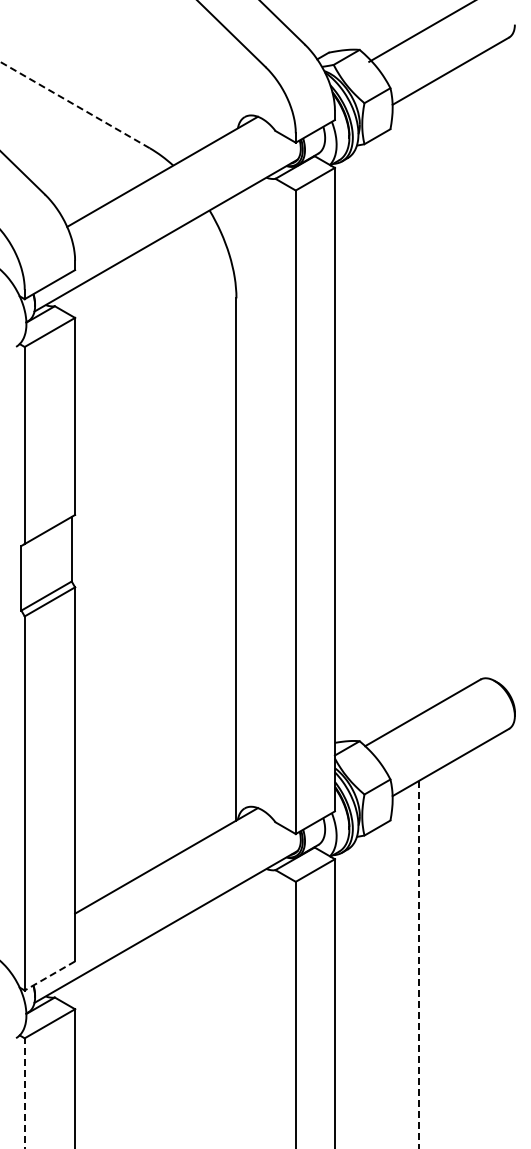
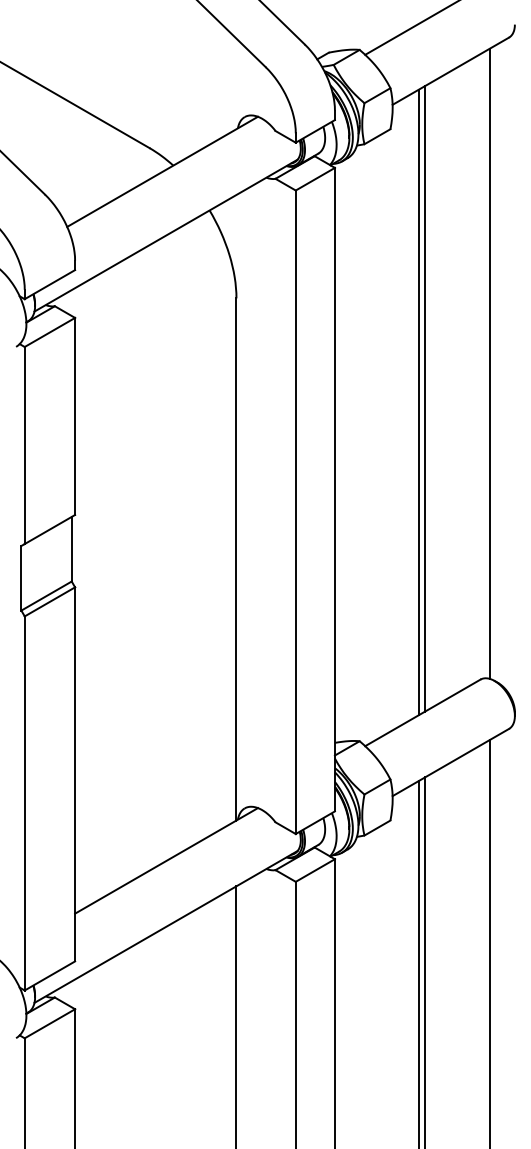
line at (420, 31) position: (420, 31) -> (410, 28)
line at (74, 104): dashed -> solid
line at (490, 363): none -> present
line at (425, 398): none -> present
line at (419, 402): none -> present
line at (490, 942): none -> present
line at (425, 961): none -> present
line at (419, 964): dashed -> solid
line at (49, 976): dashed -> solid
line at (236, 1015): none -> present
line at (24, 1093): dashed -> solid
